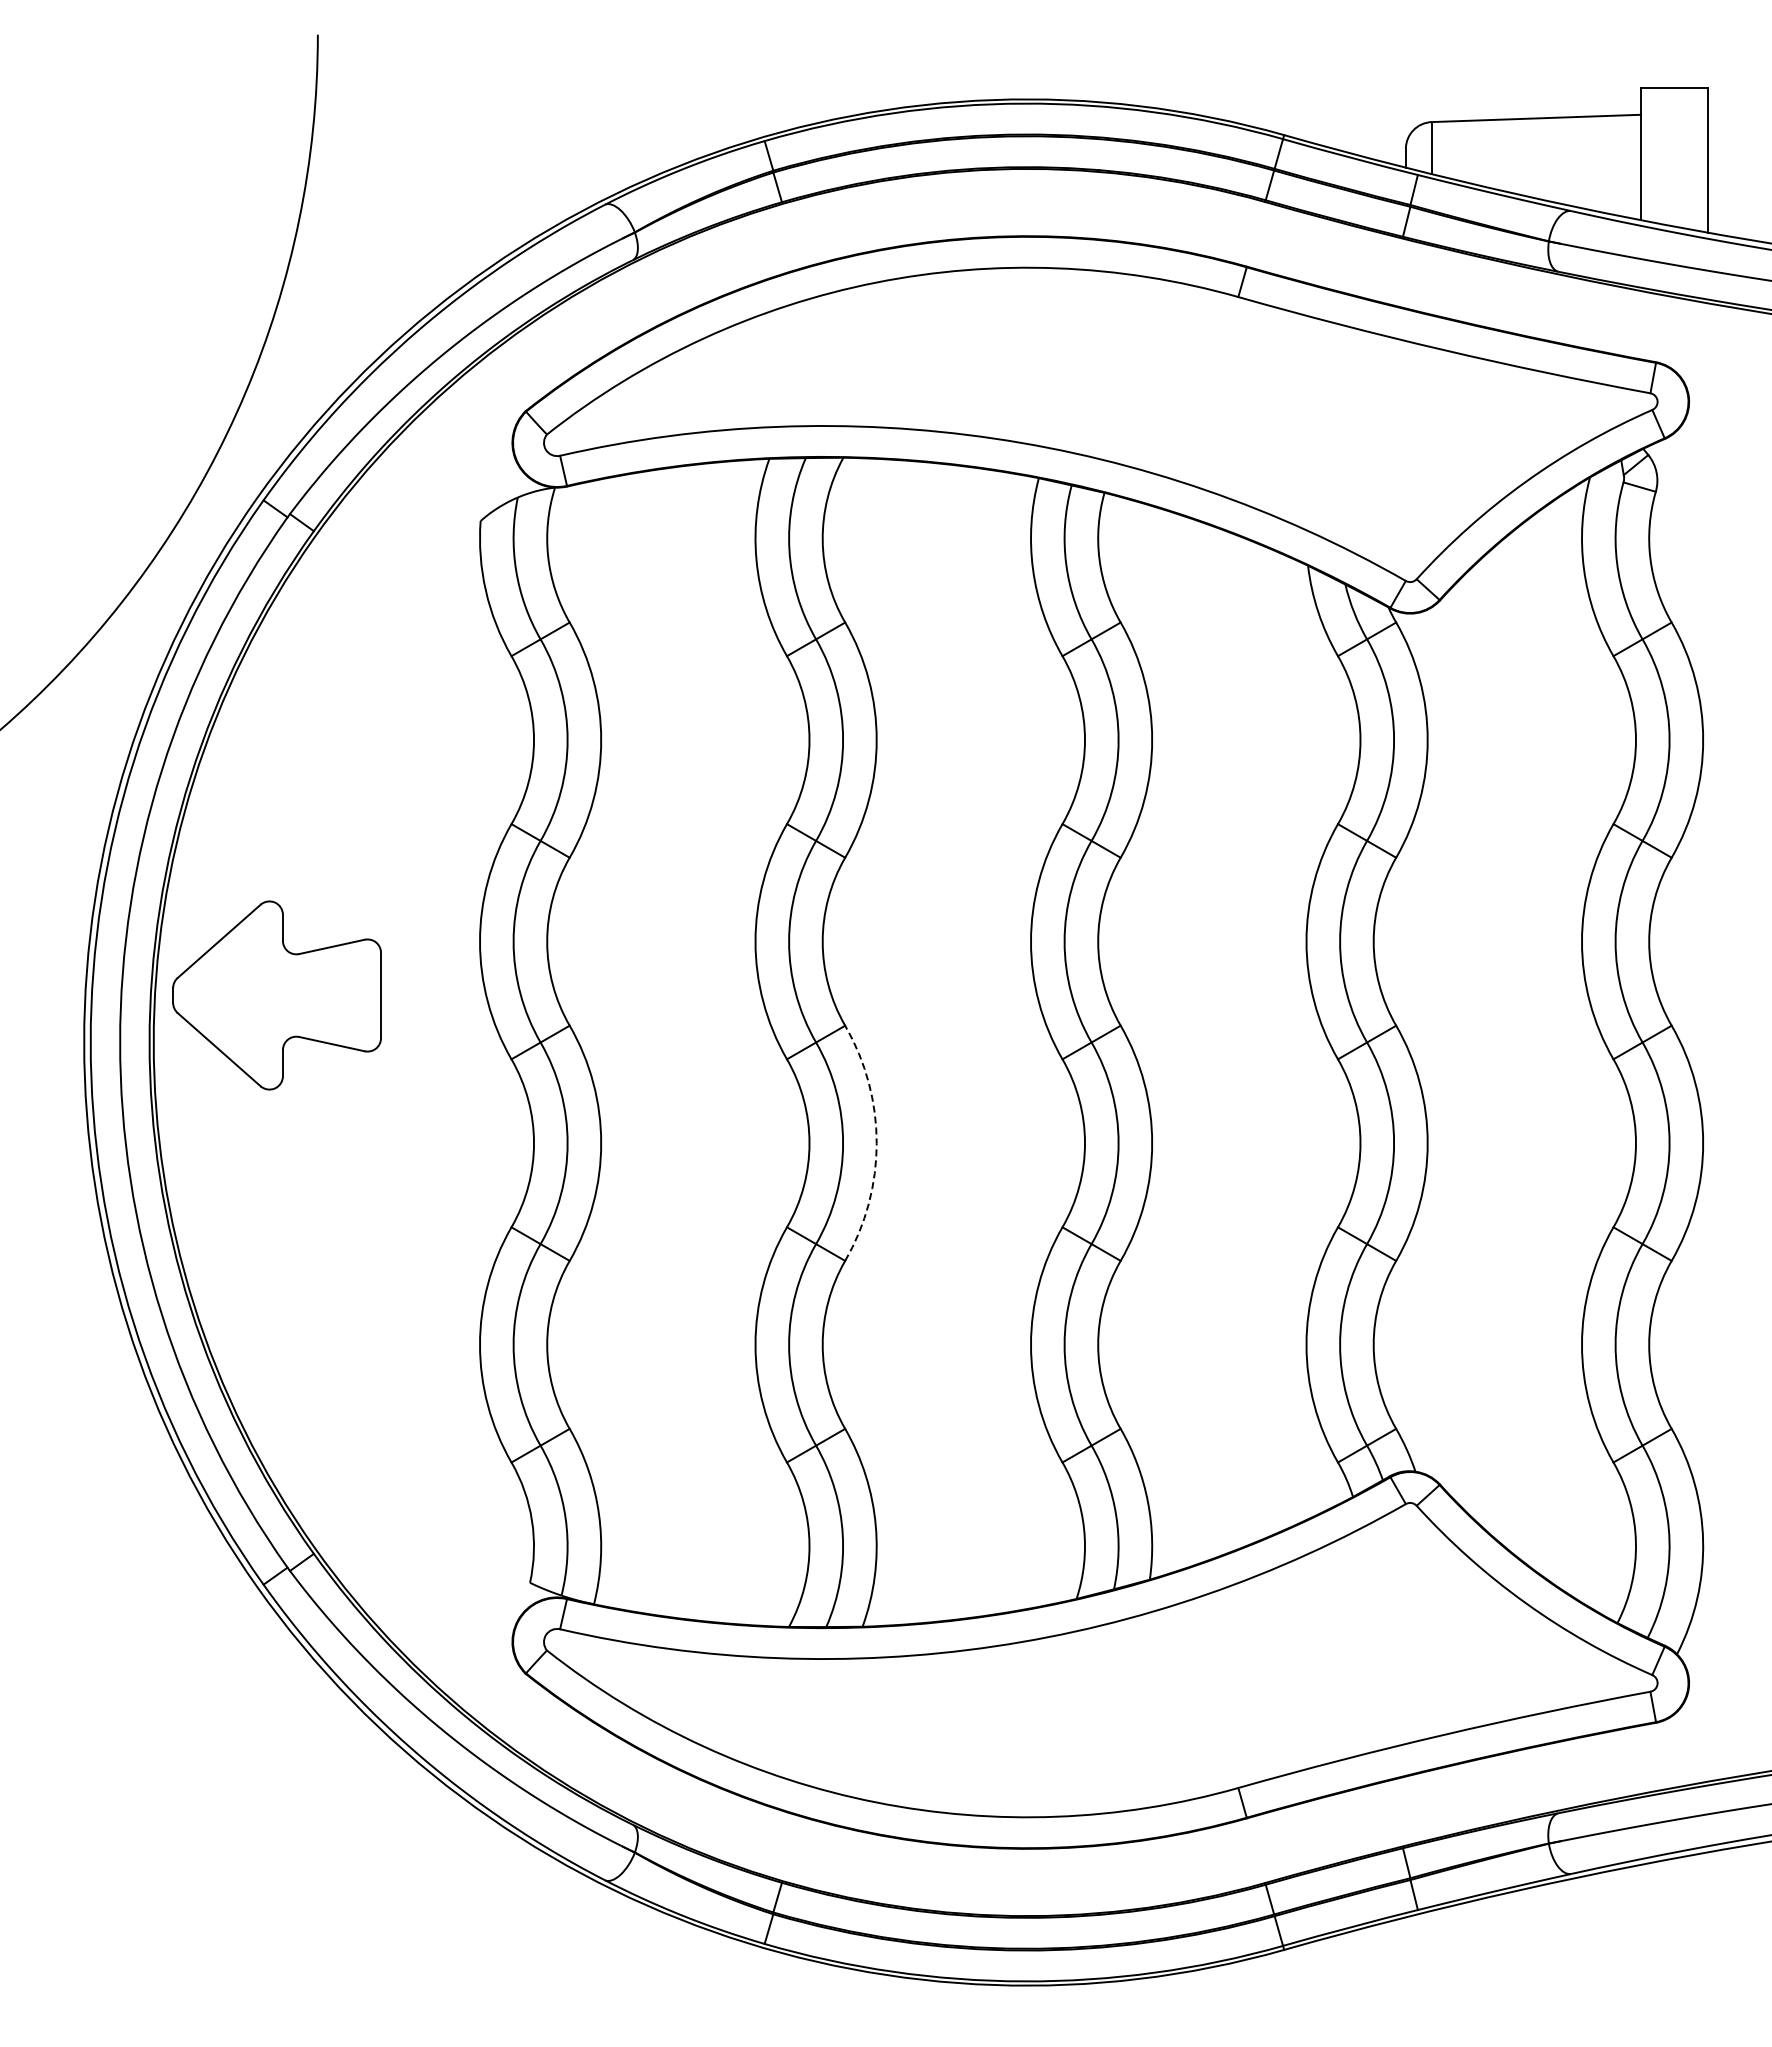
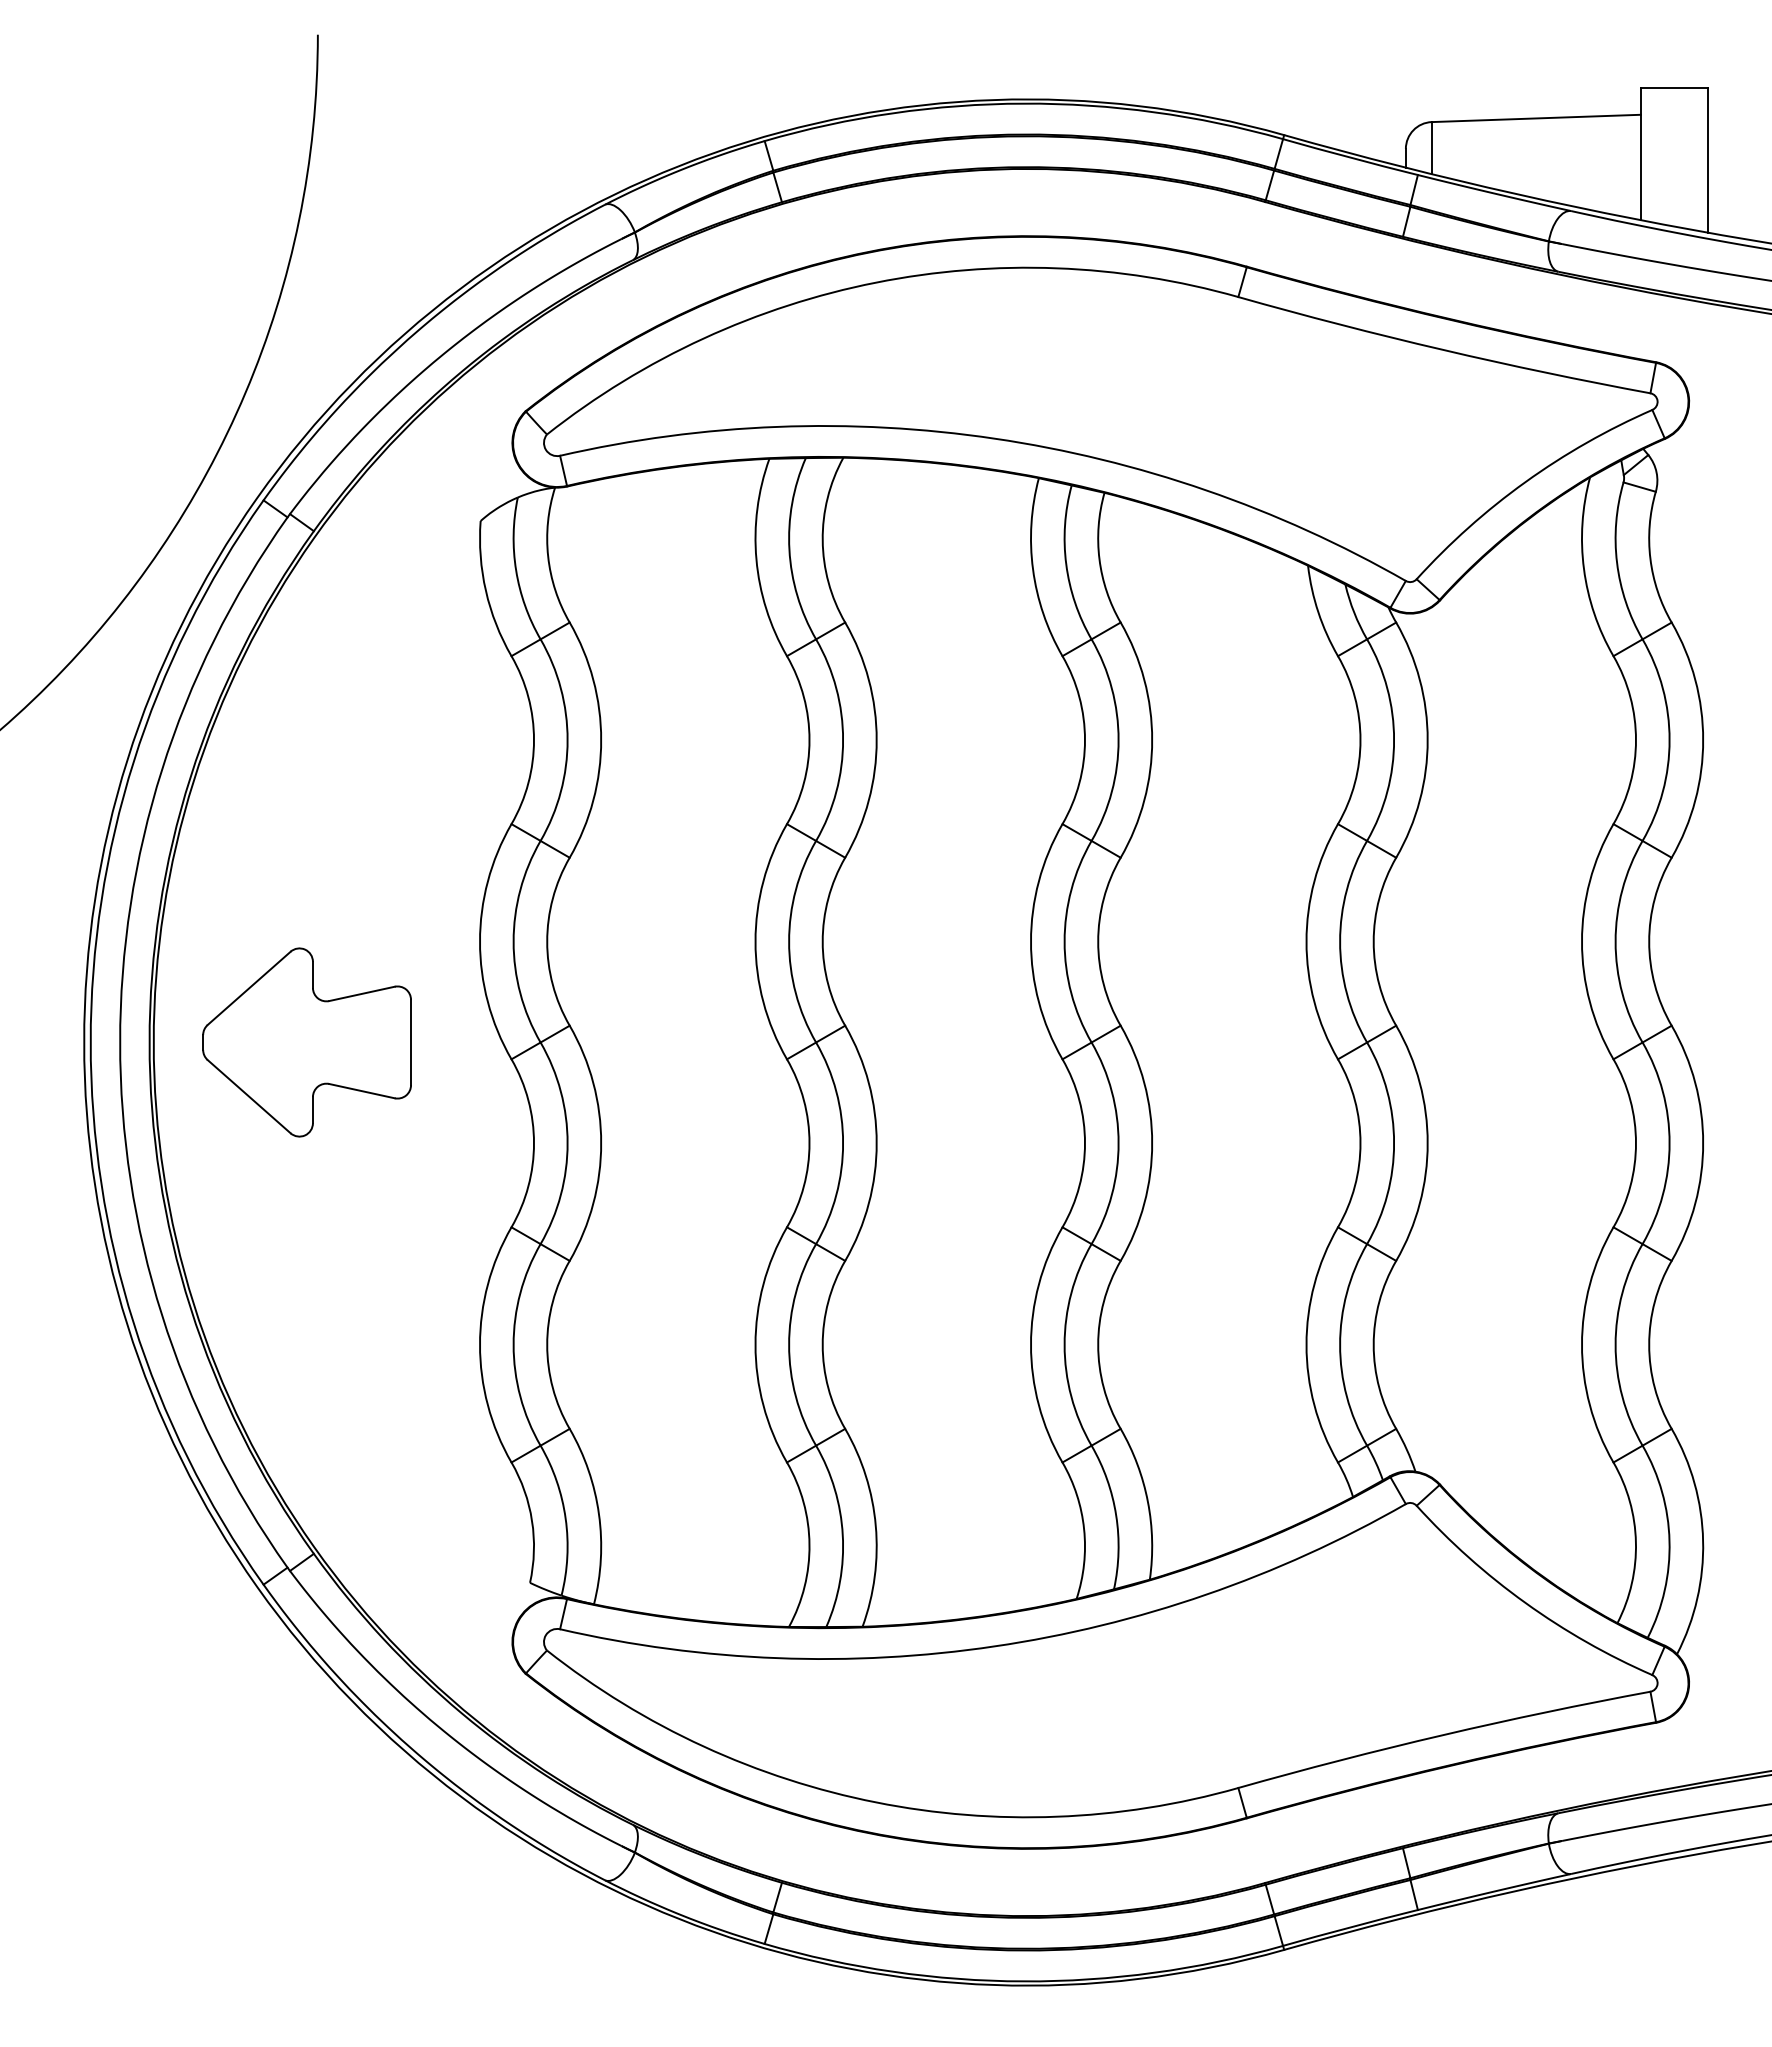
part at (276, 995) position: (276, 995) -> (306, 1042)
arc at (876, 1143): dashed -> solid
